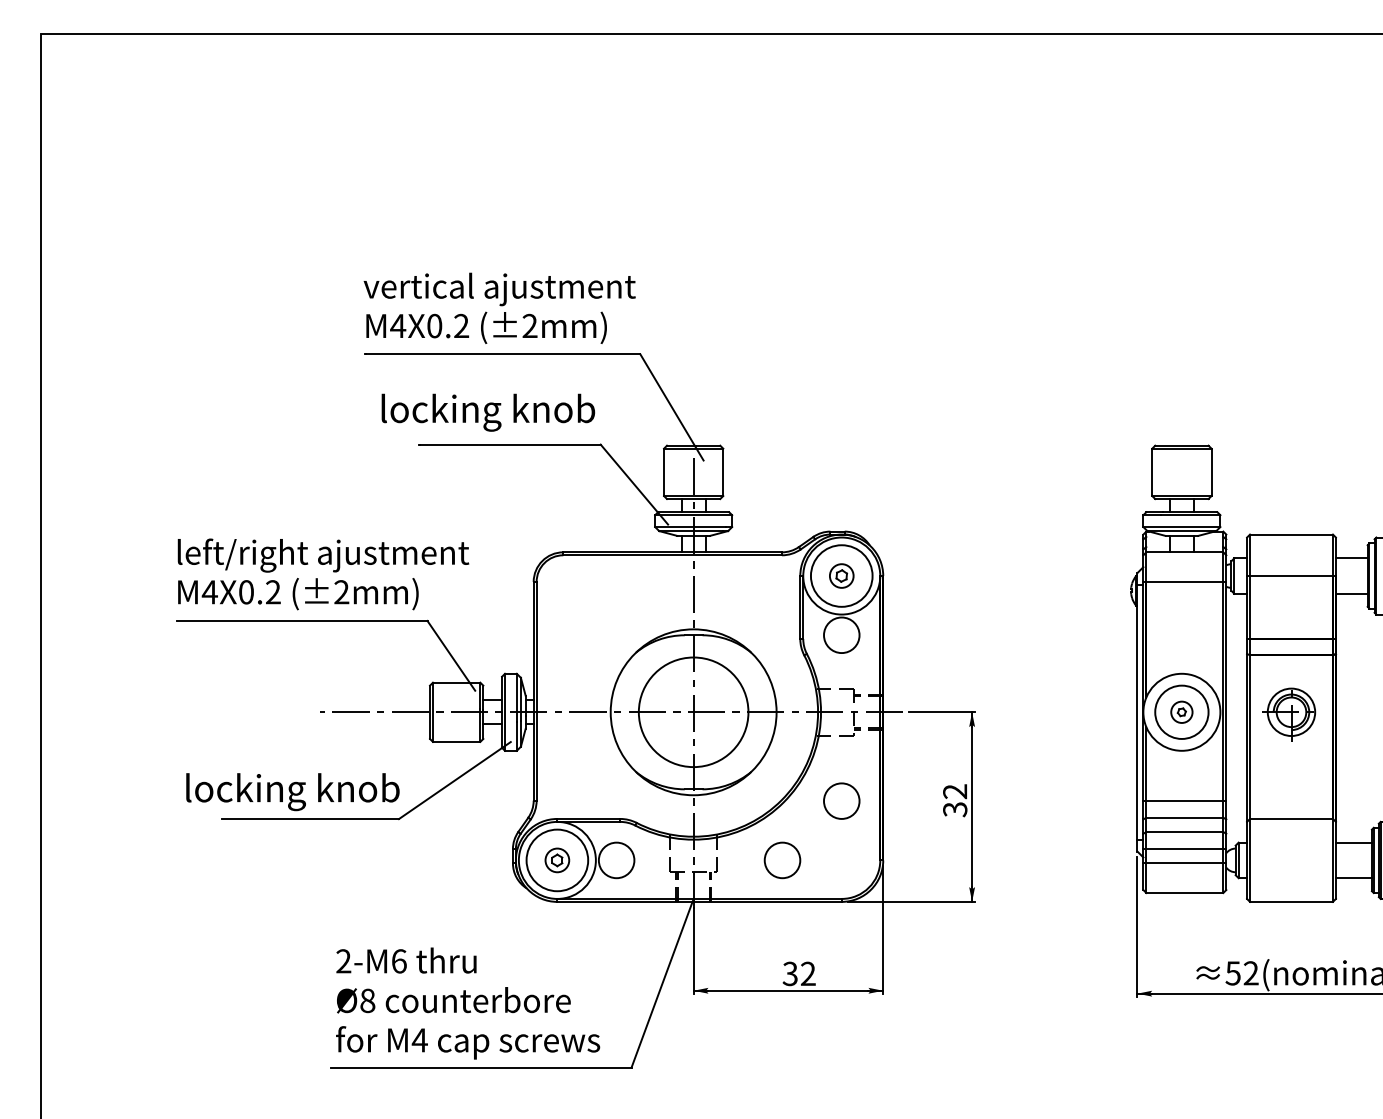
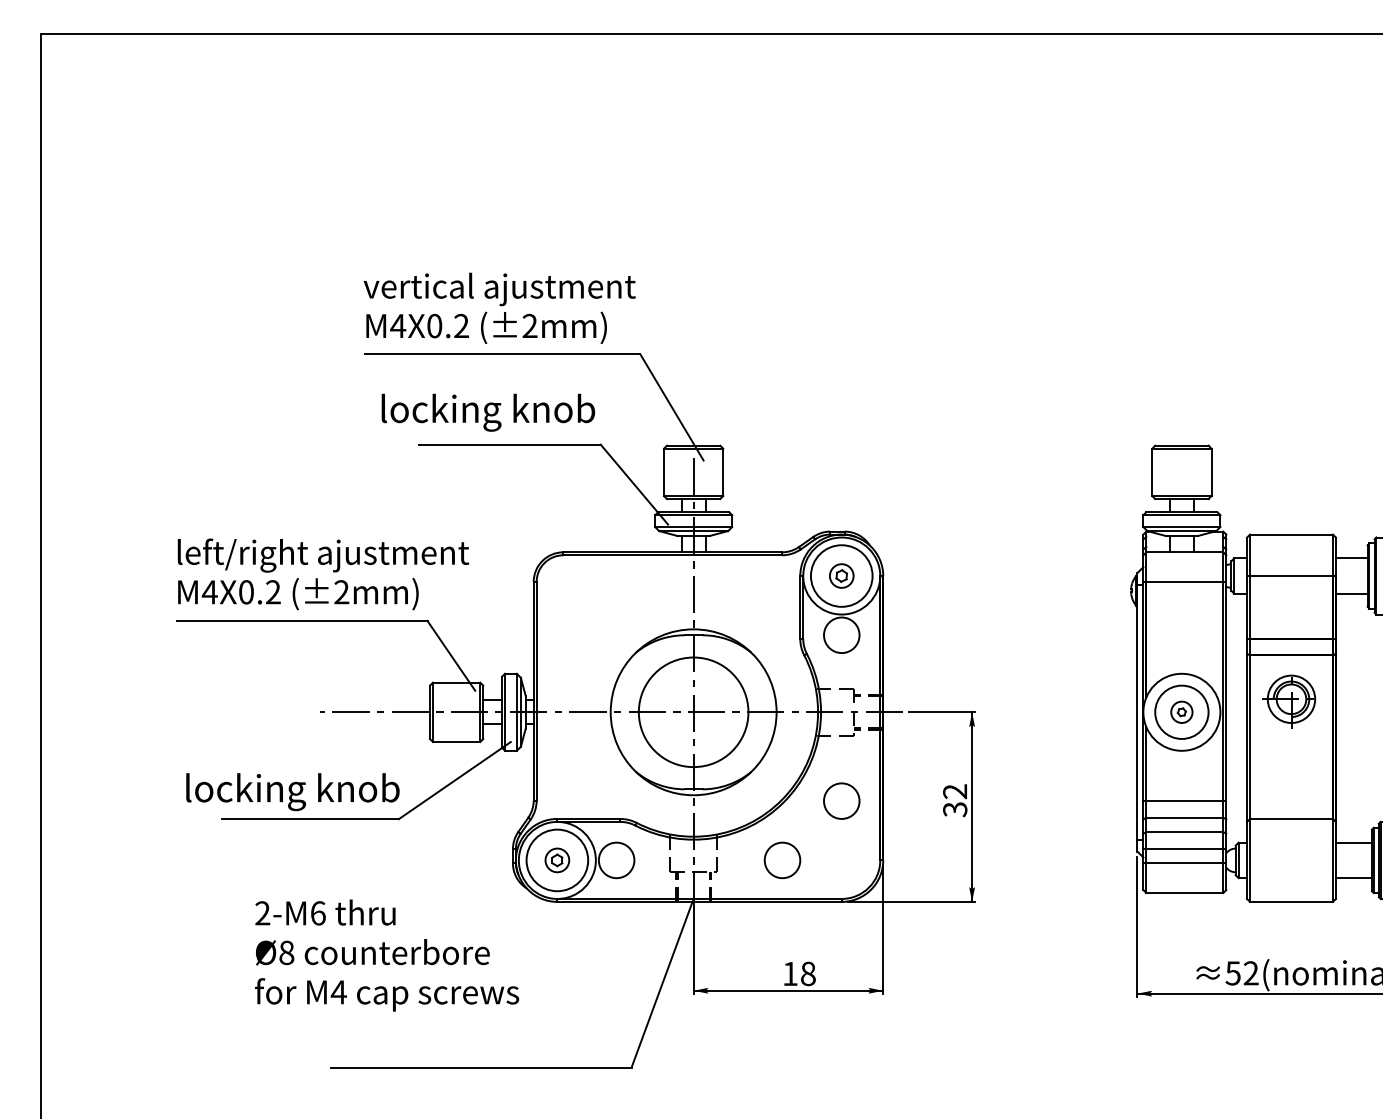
part at (1289, 714) position: (1289, 714) -> (1289, 701)
text at (798, 973): 32 -> 18
text at (468, 1003) position: (468, 1003) -> (387, 955)
